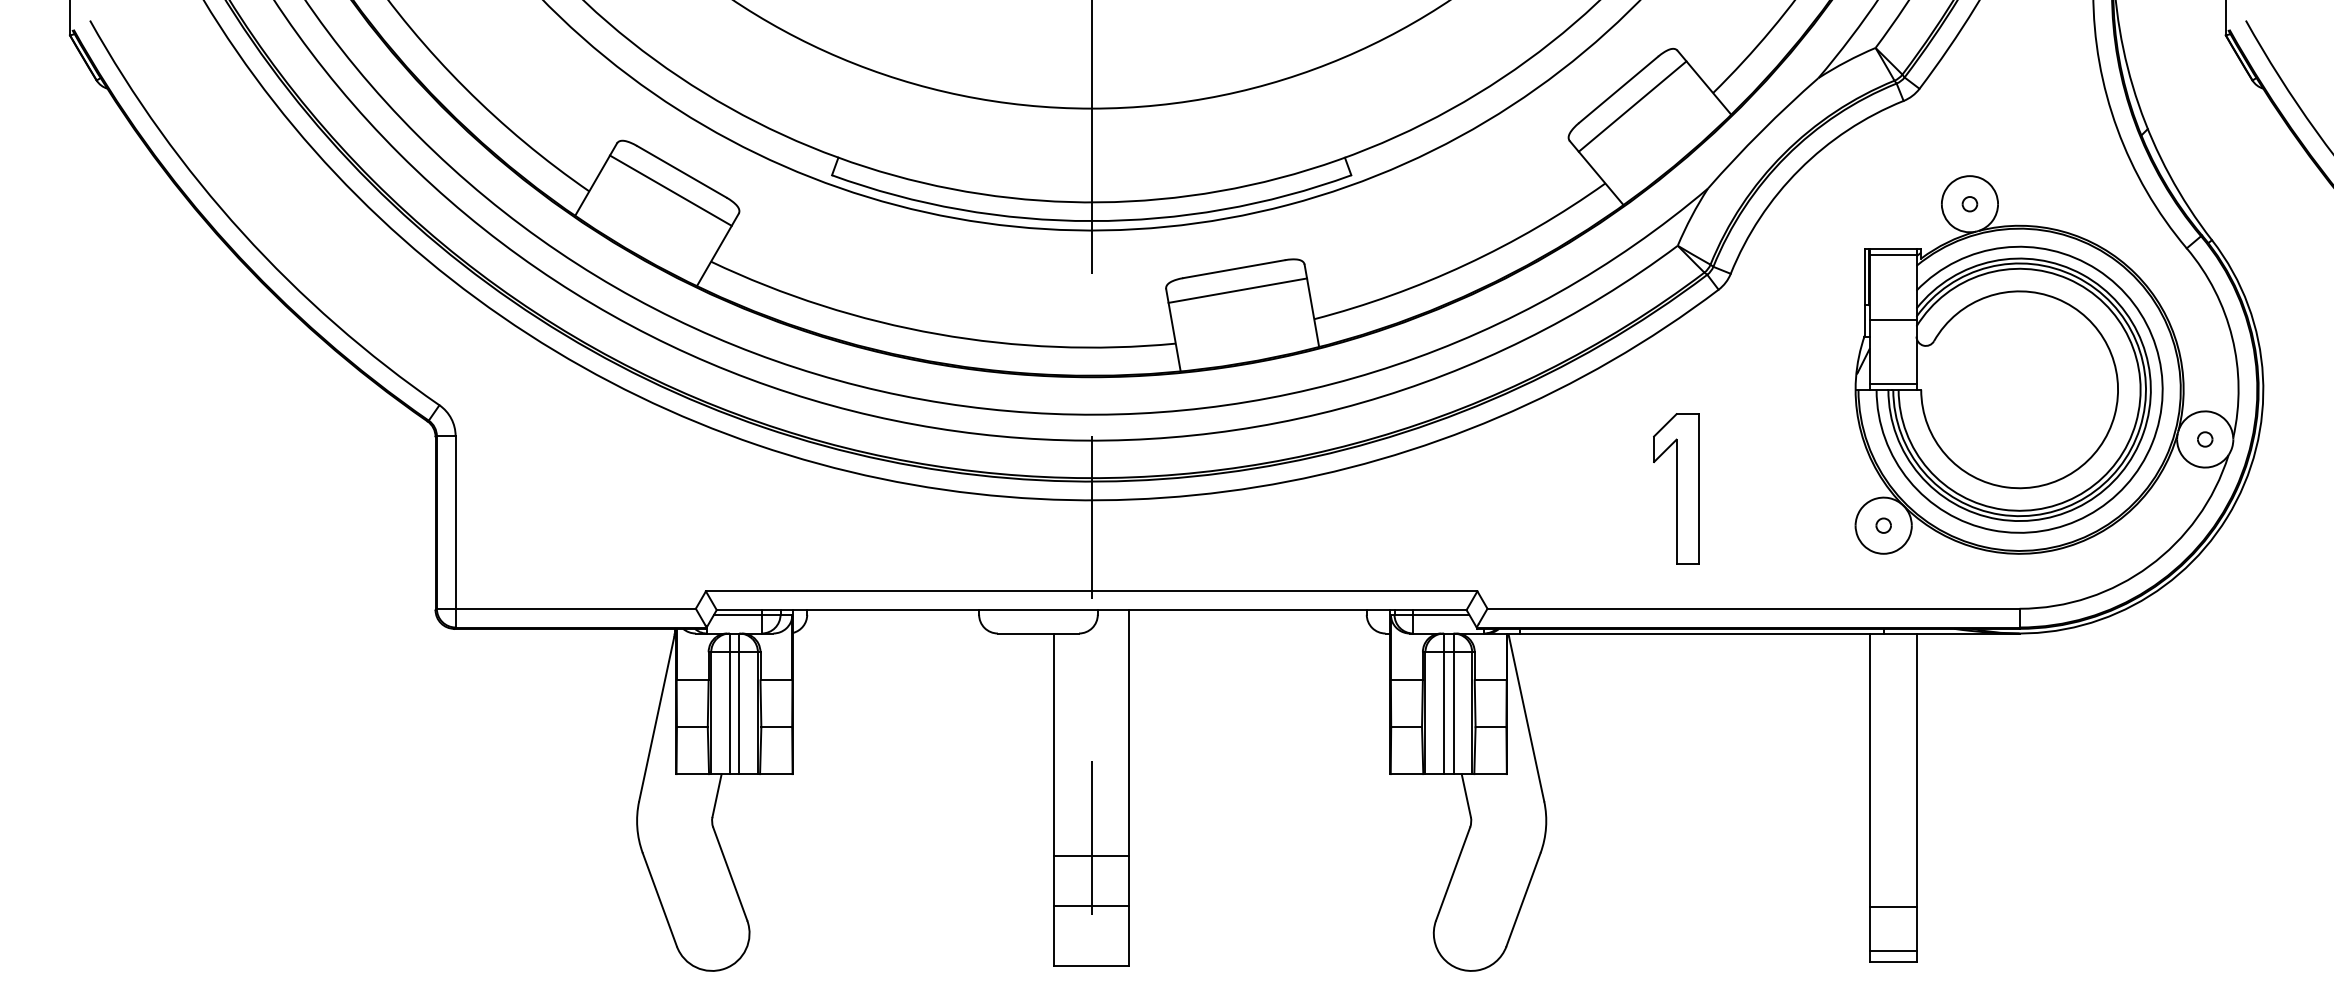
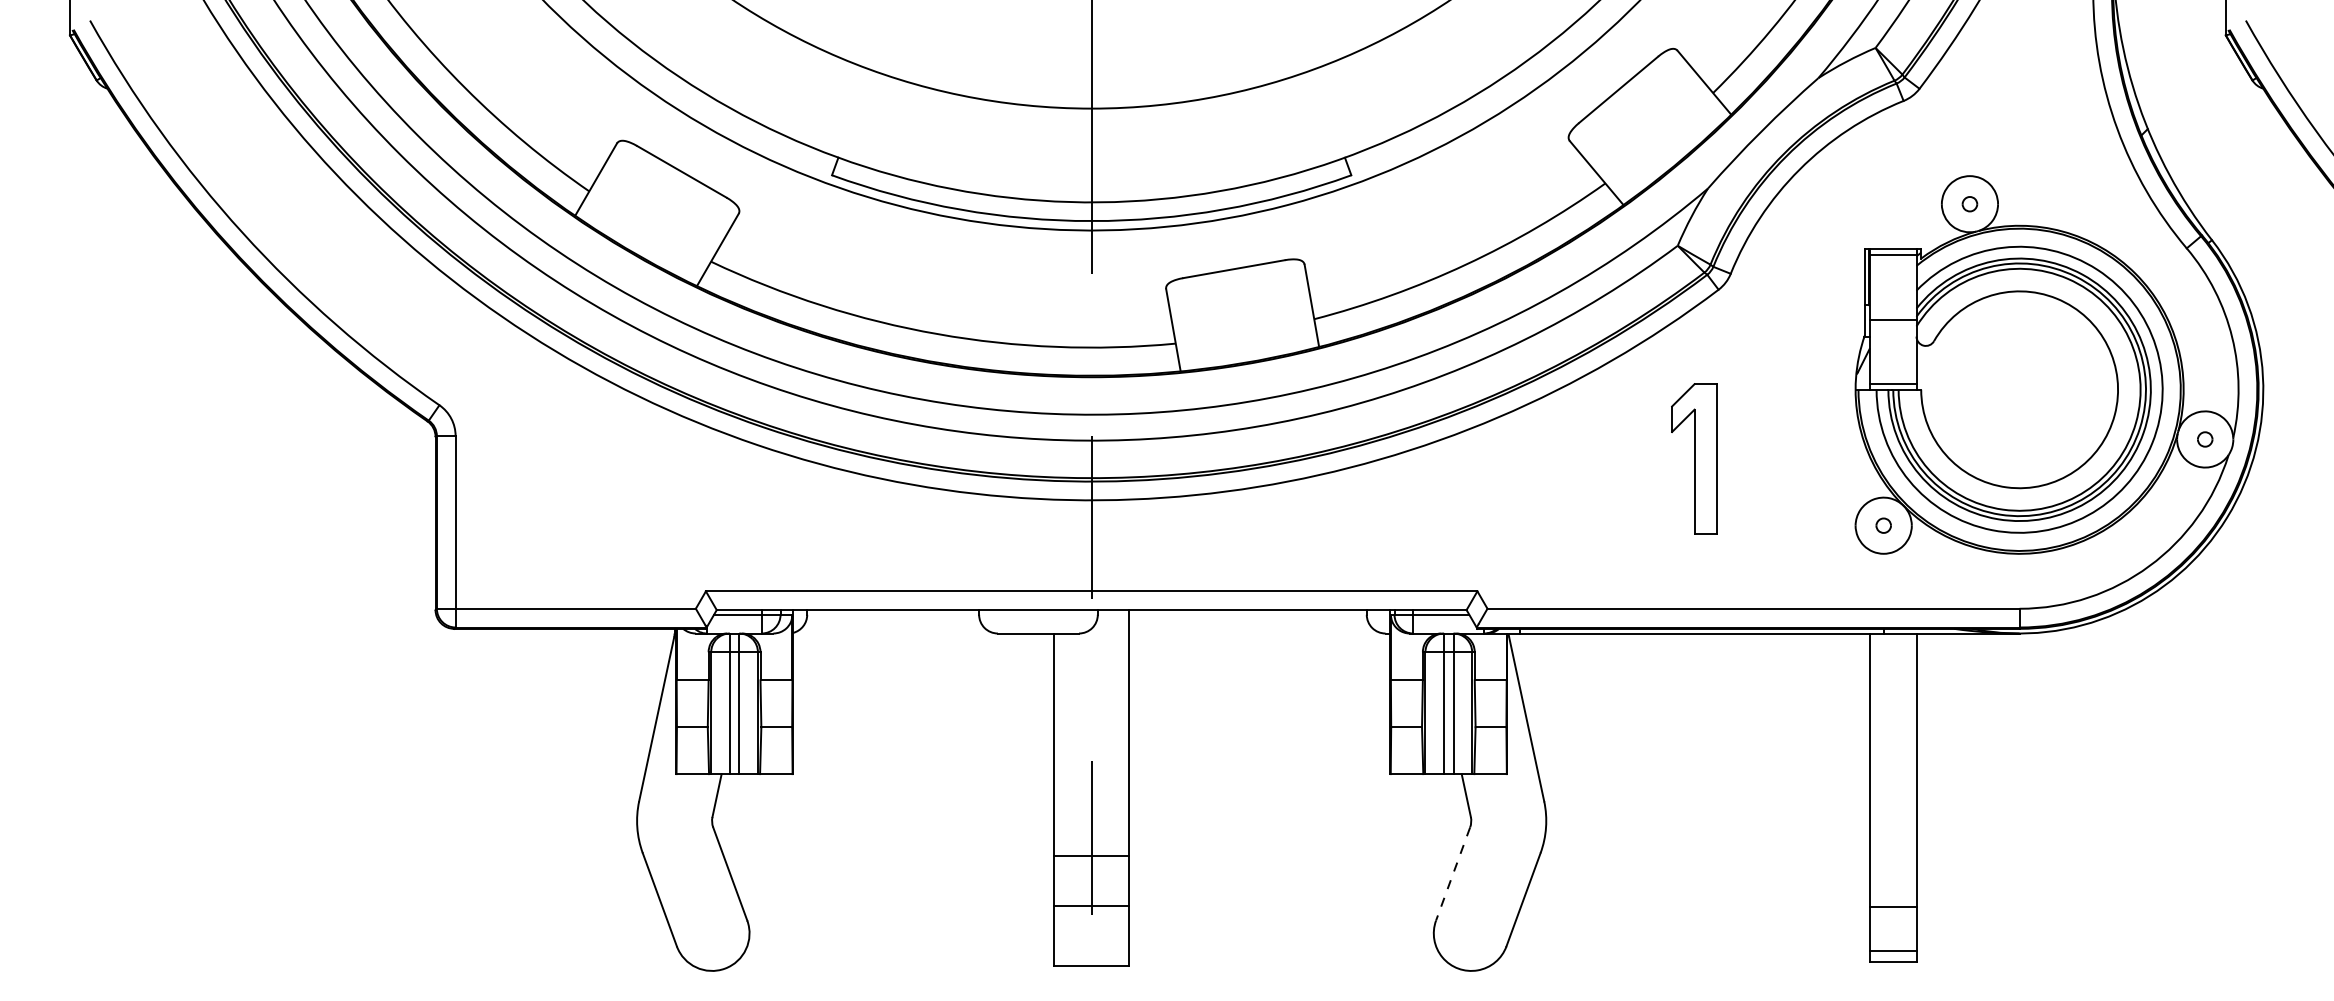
line at (1632, 106): present -> none
line at (670, 190): present -> none
line at (1237, 290): present -> none
part at (1676, 488) position: (1676, 488) -> (1694, 458)
line at (1453, 874): solid -> dashed
